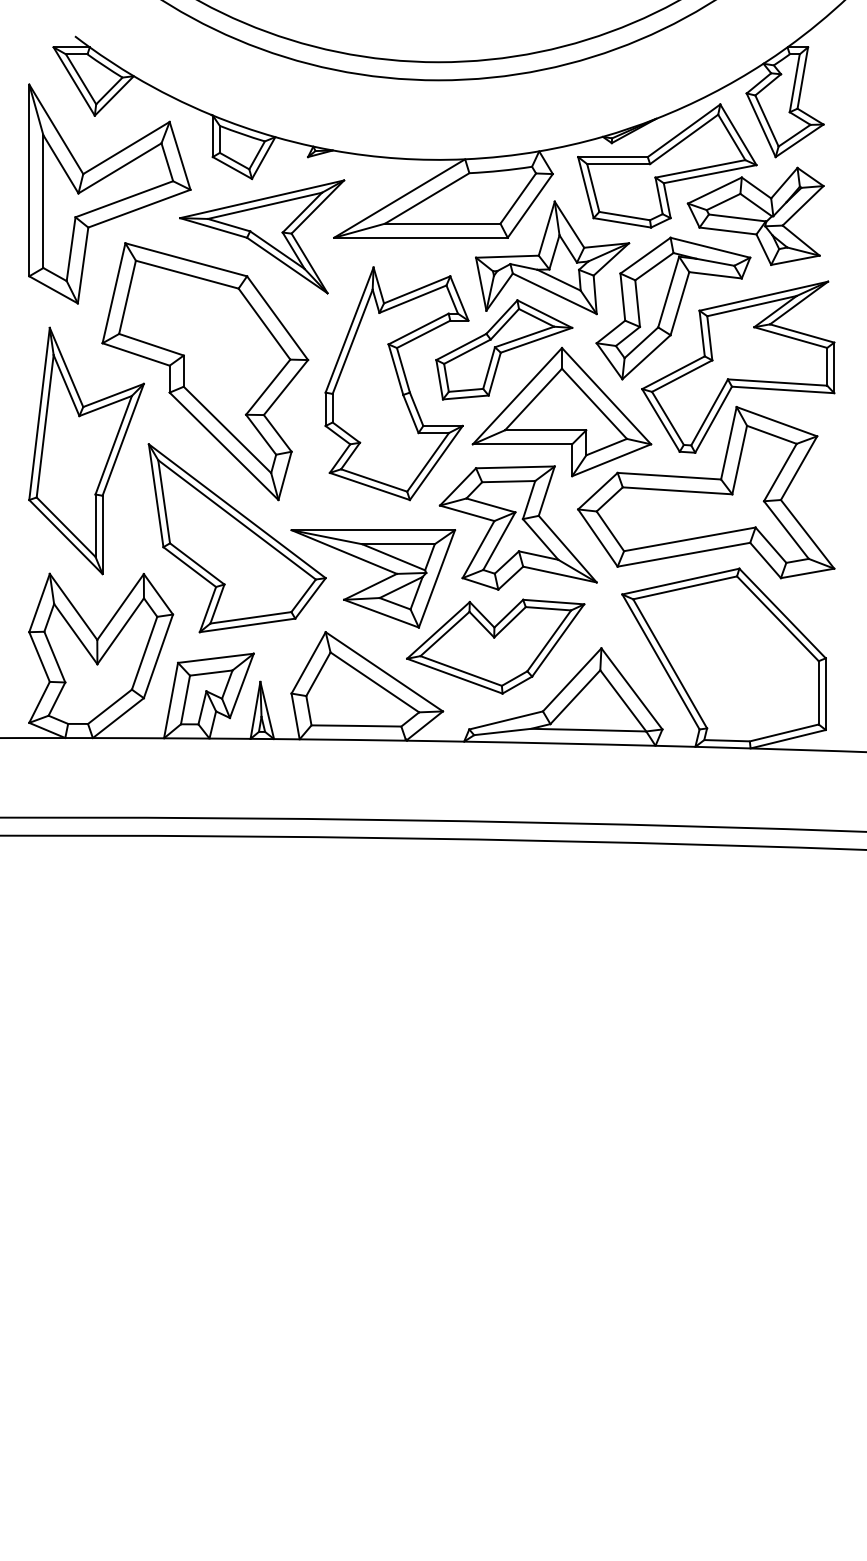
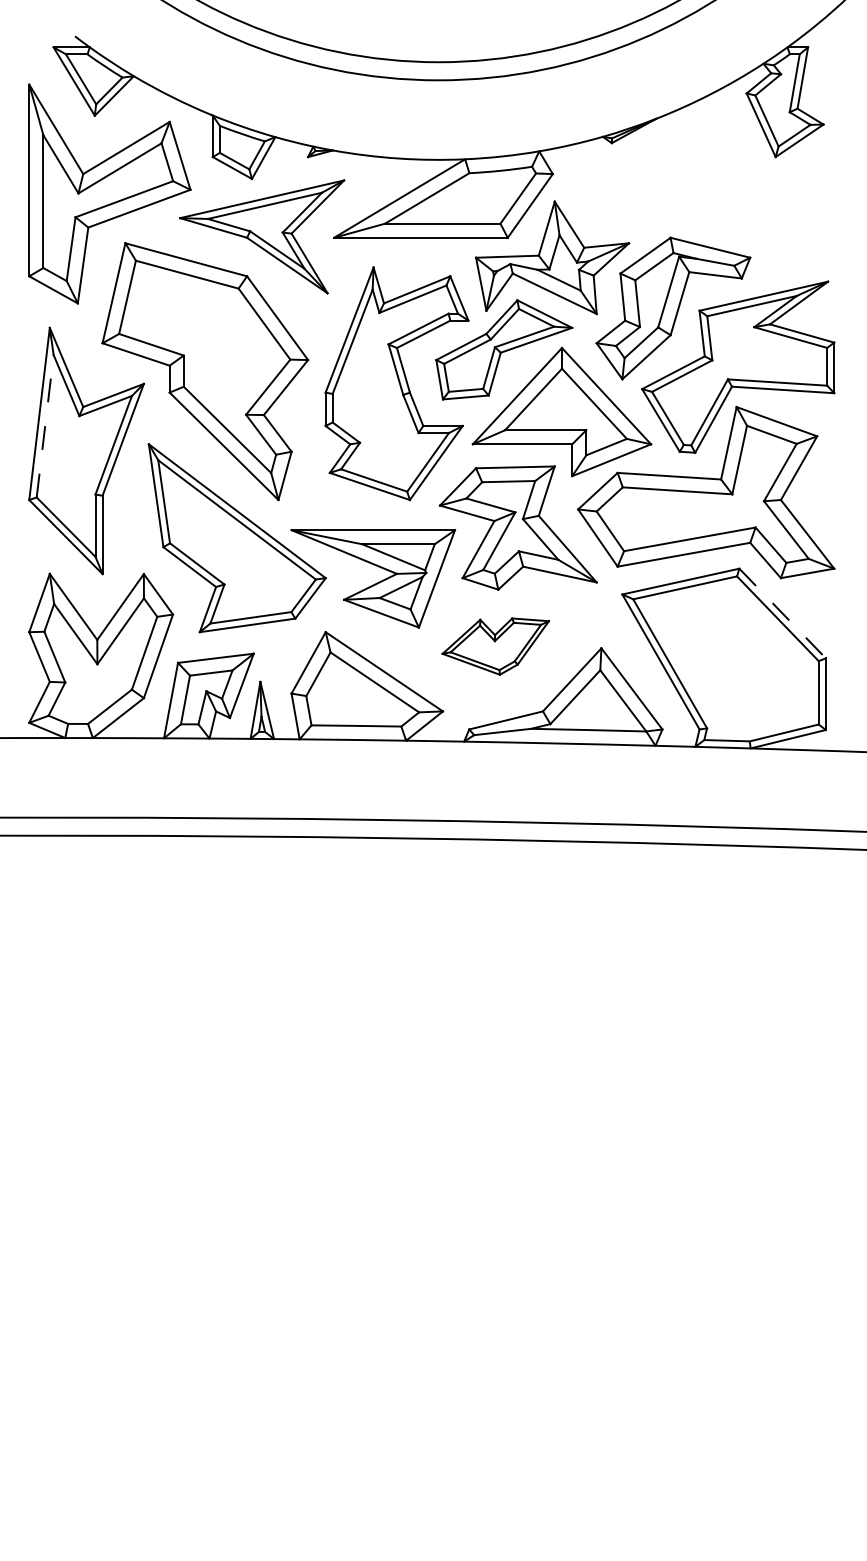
part at (699, 177): present -> none
line at (45, 426): solid -> dashed
line at (782, 613): solid -> dashed
part at (495, 646) size: 180x97 px -> 109x59 px
